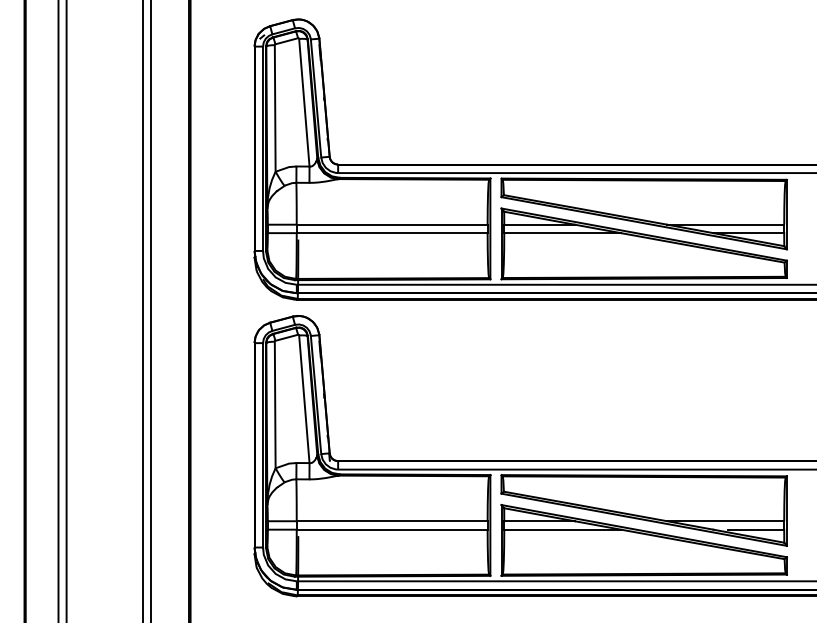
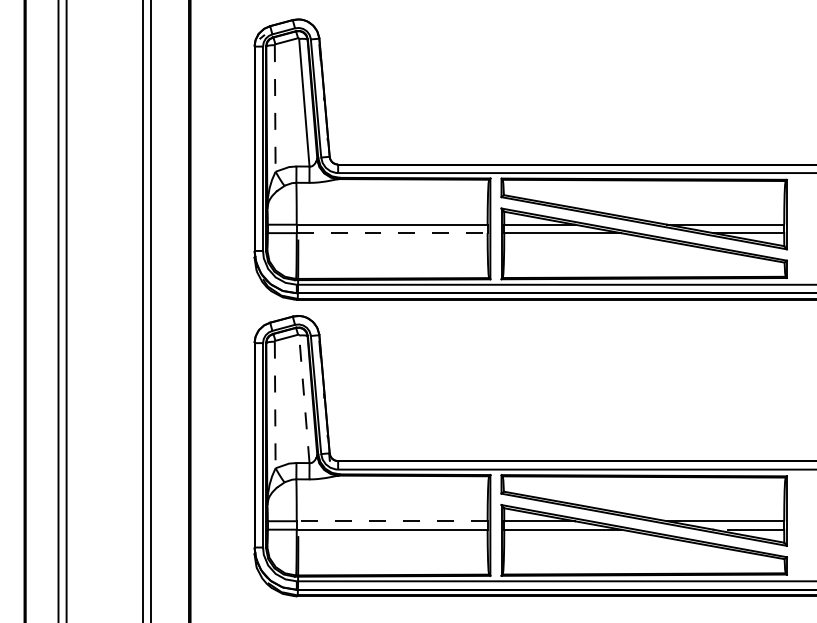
line at (275, 108): solid -> dashed
line at (392, 233): solid -> dashed
line at (304, 398): solid -> dashed
line at (275, 405): solid -> dashed
line at (391, 521): solid -> dashed
